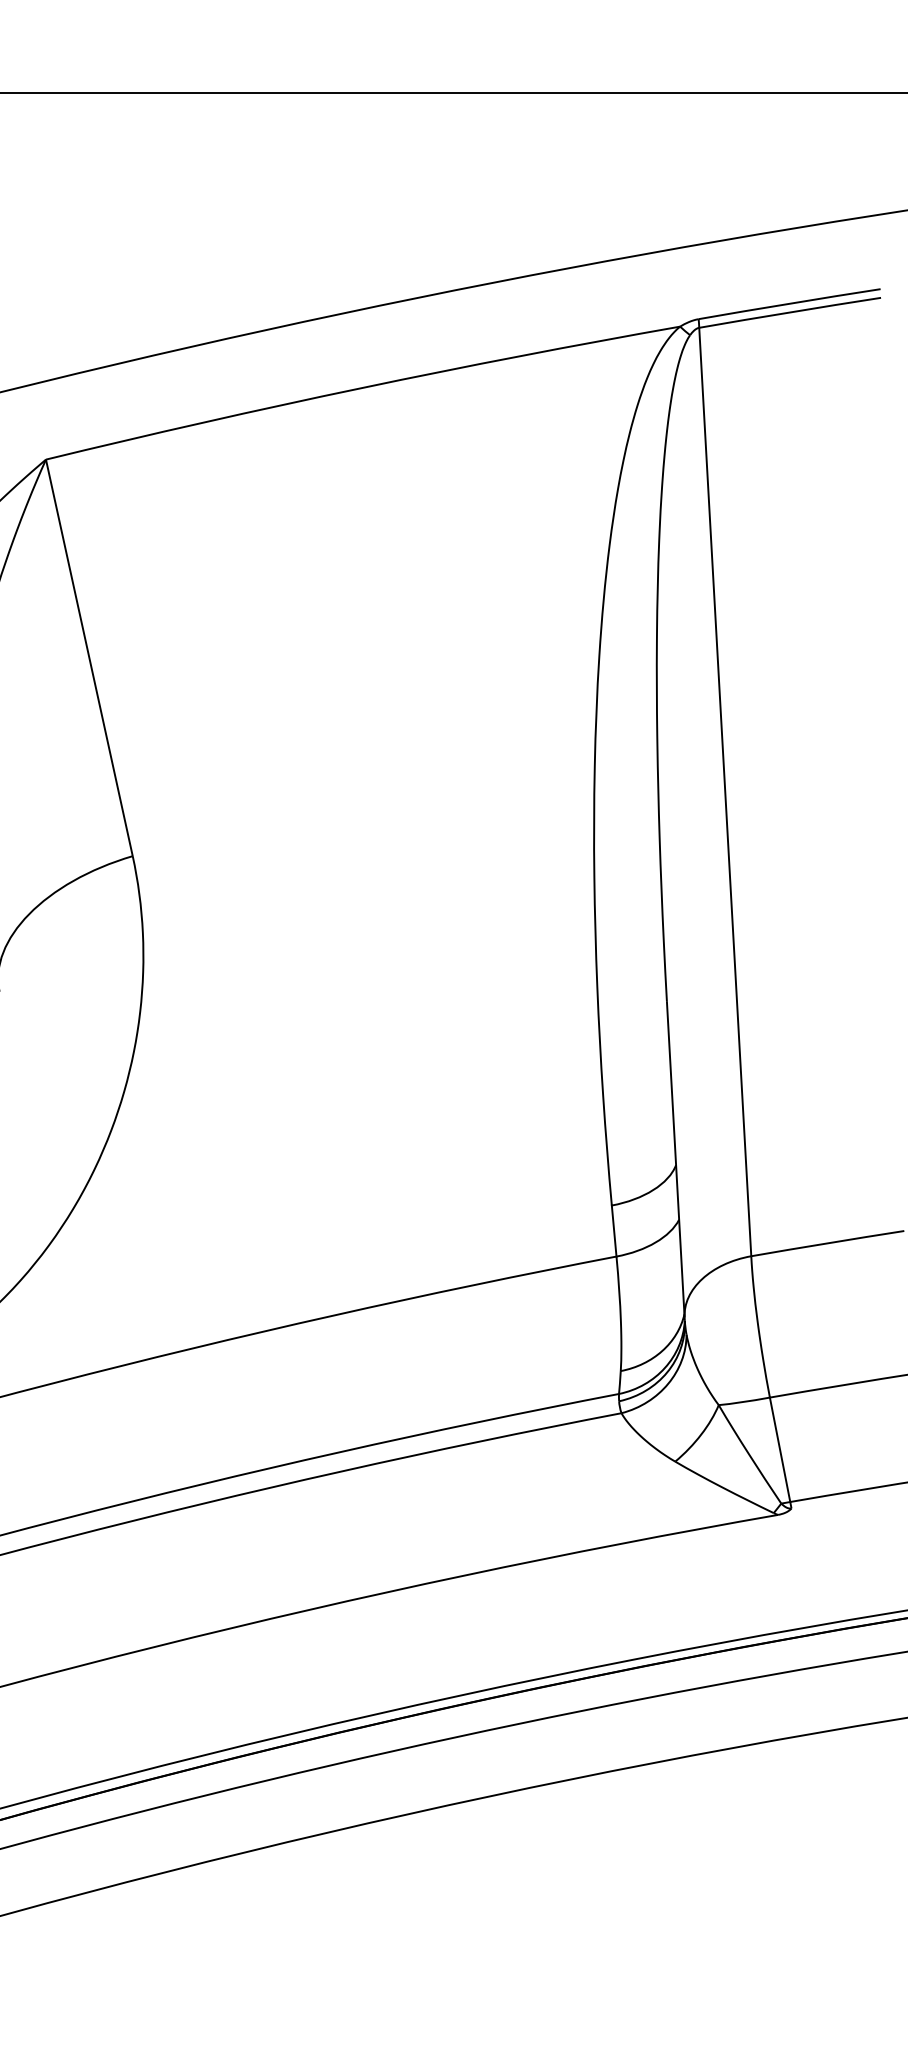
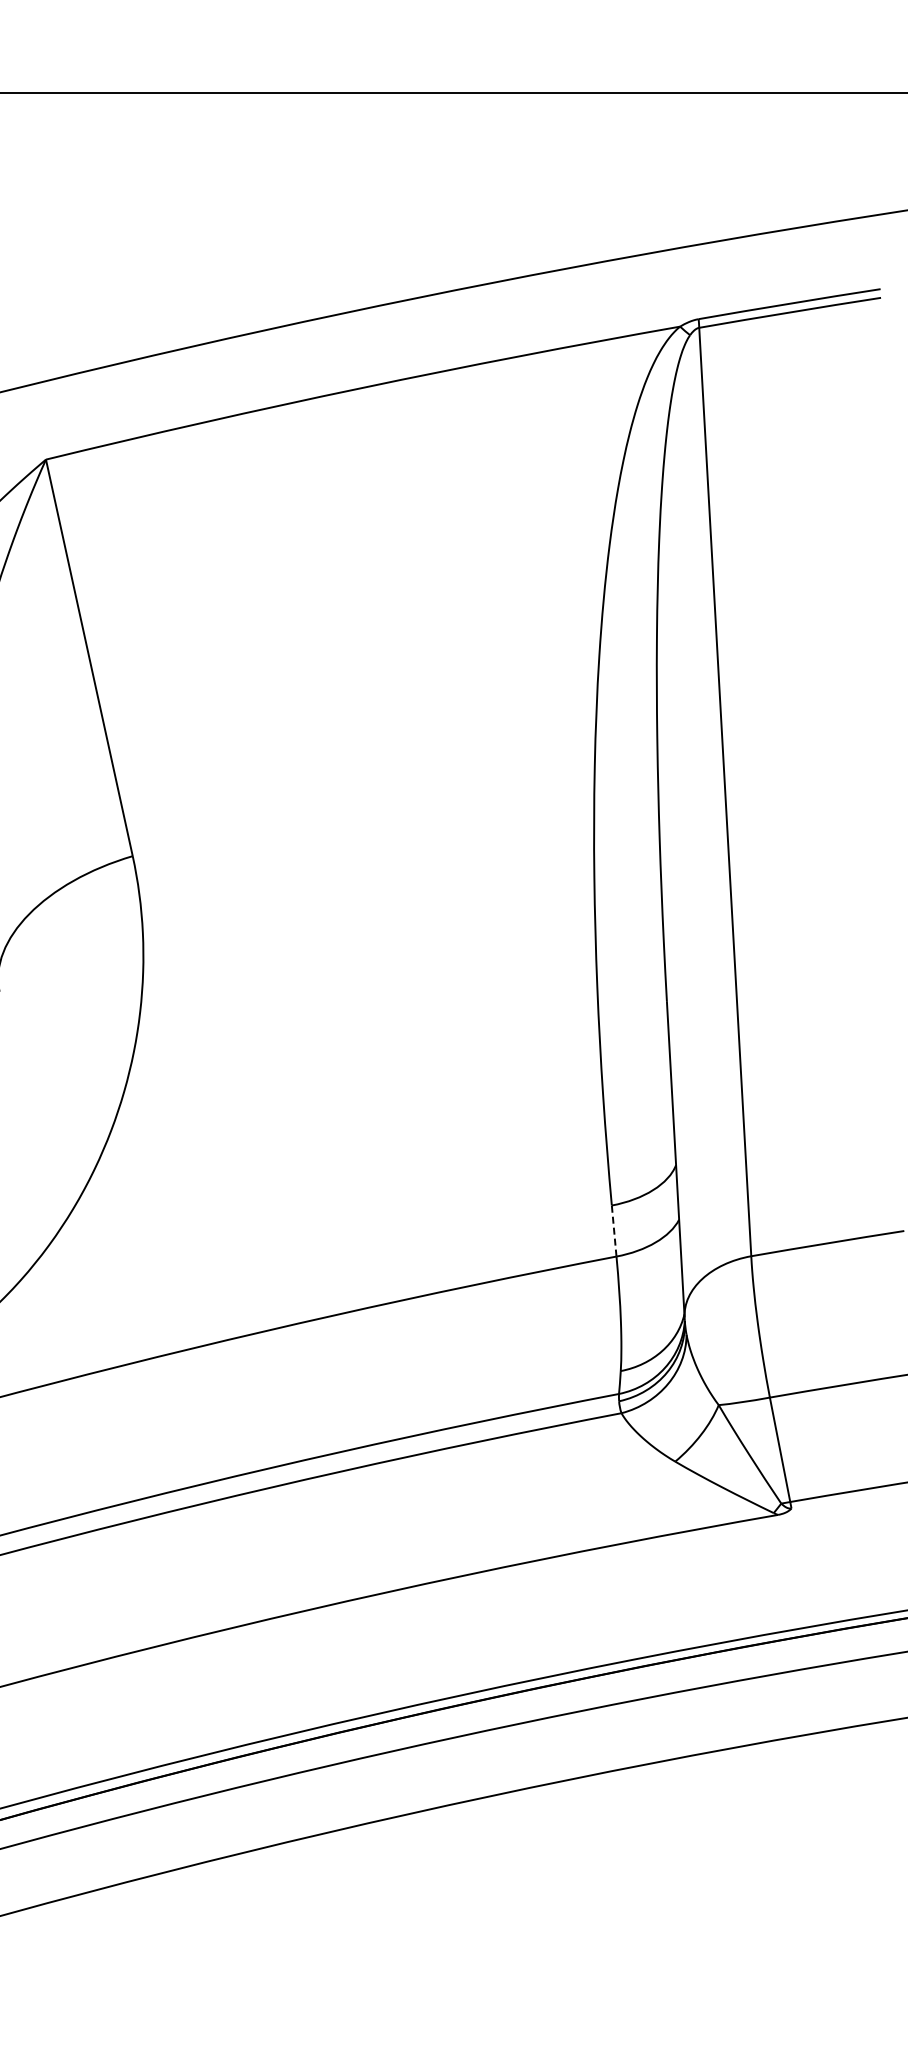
line at (614, 1231): solid -> dashed
